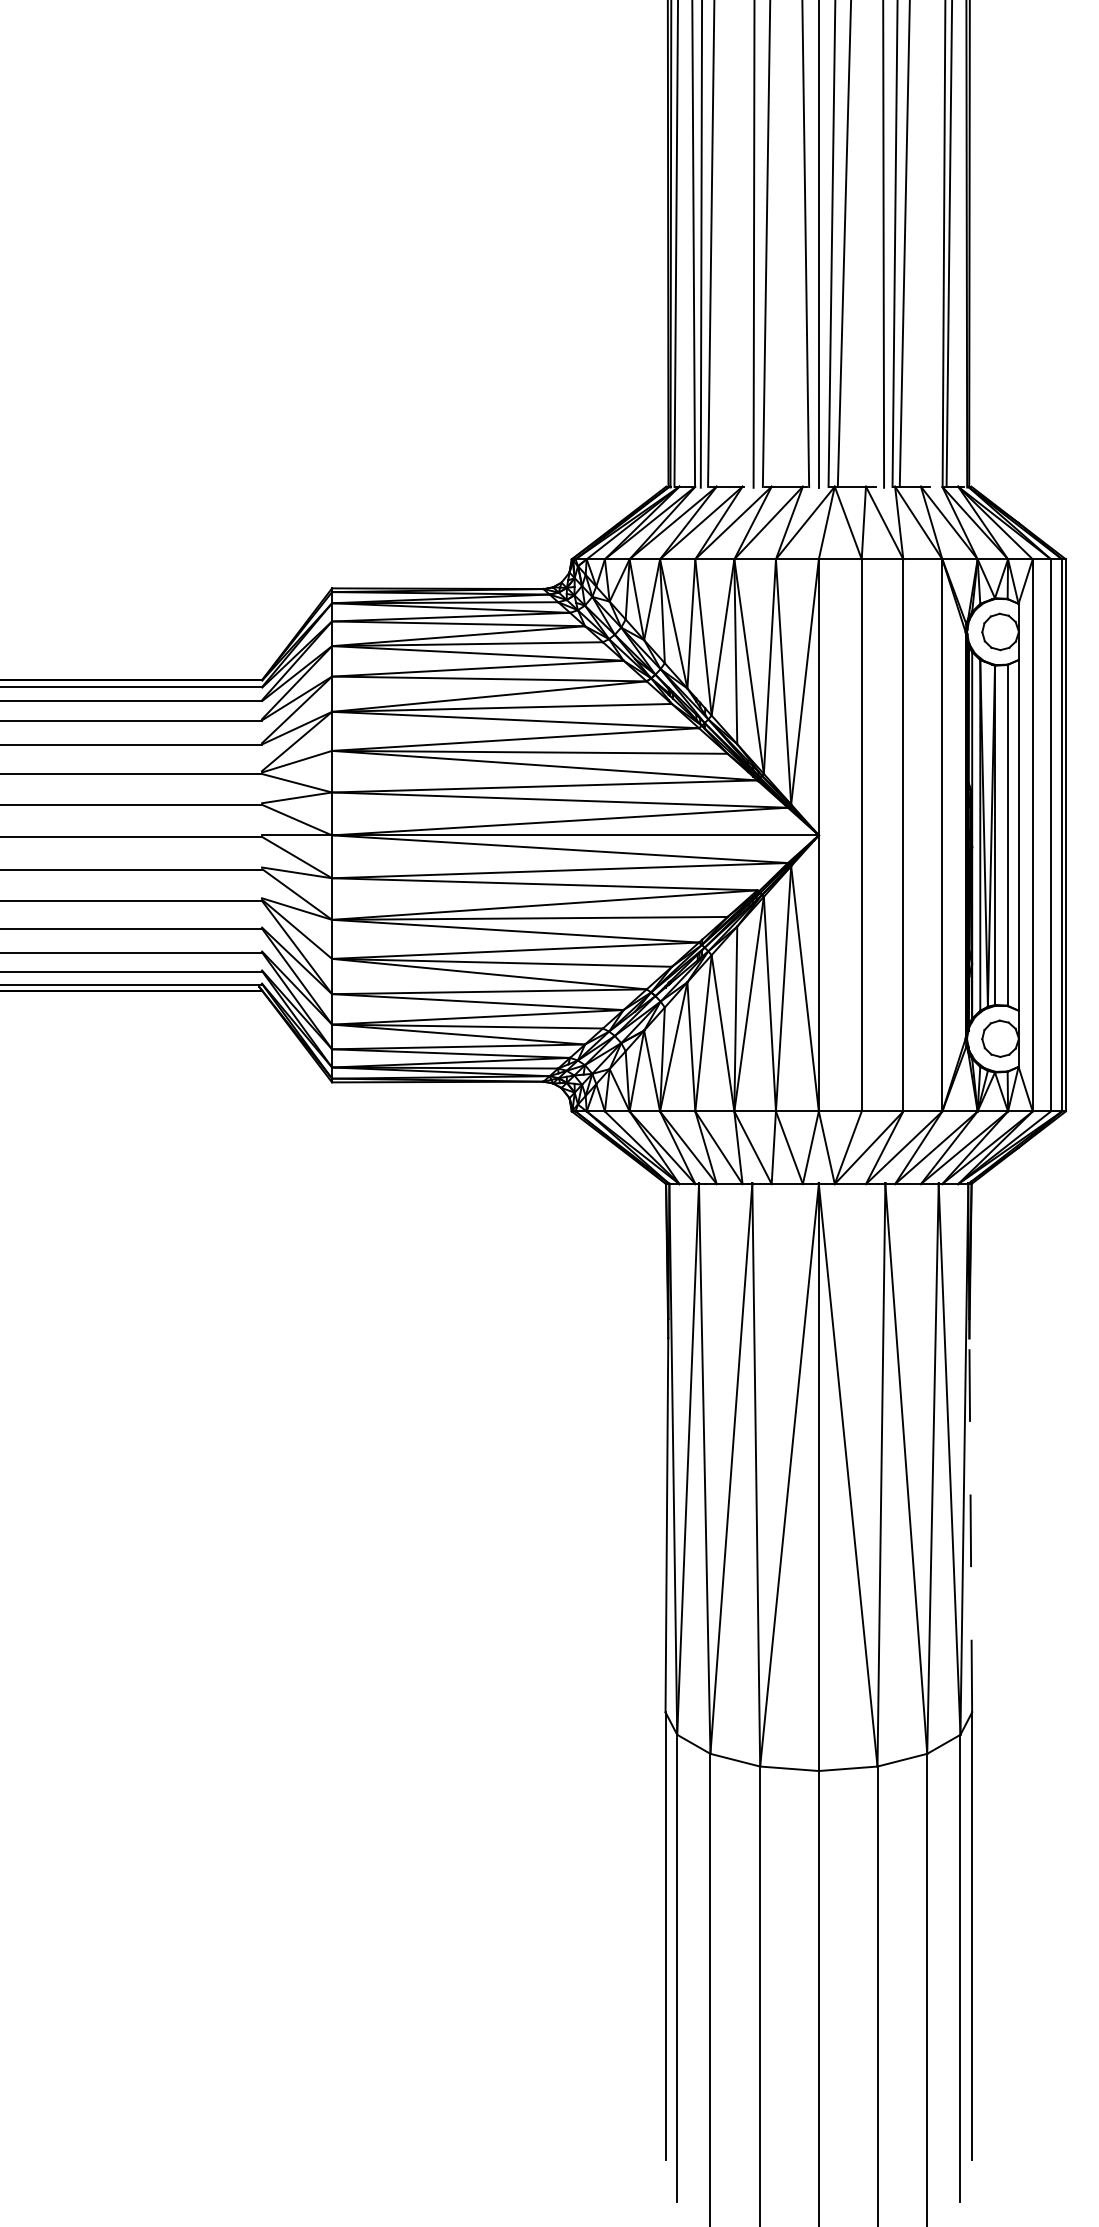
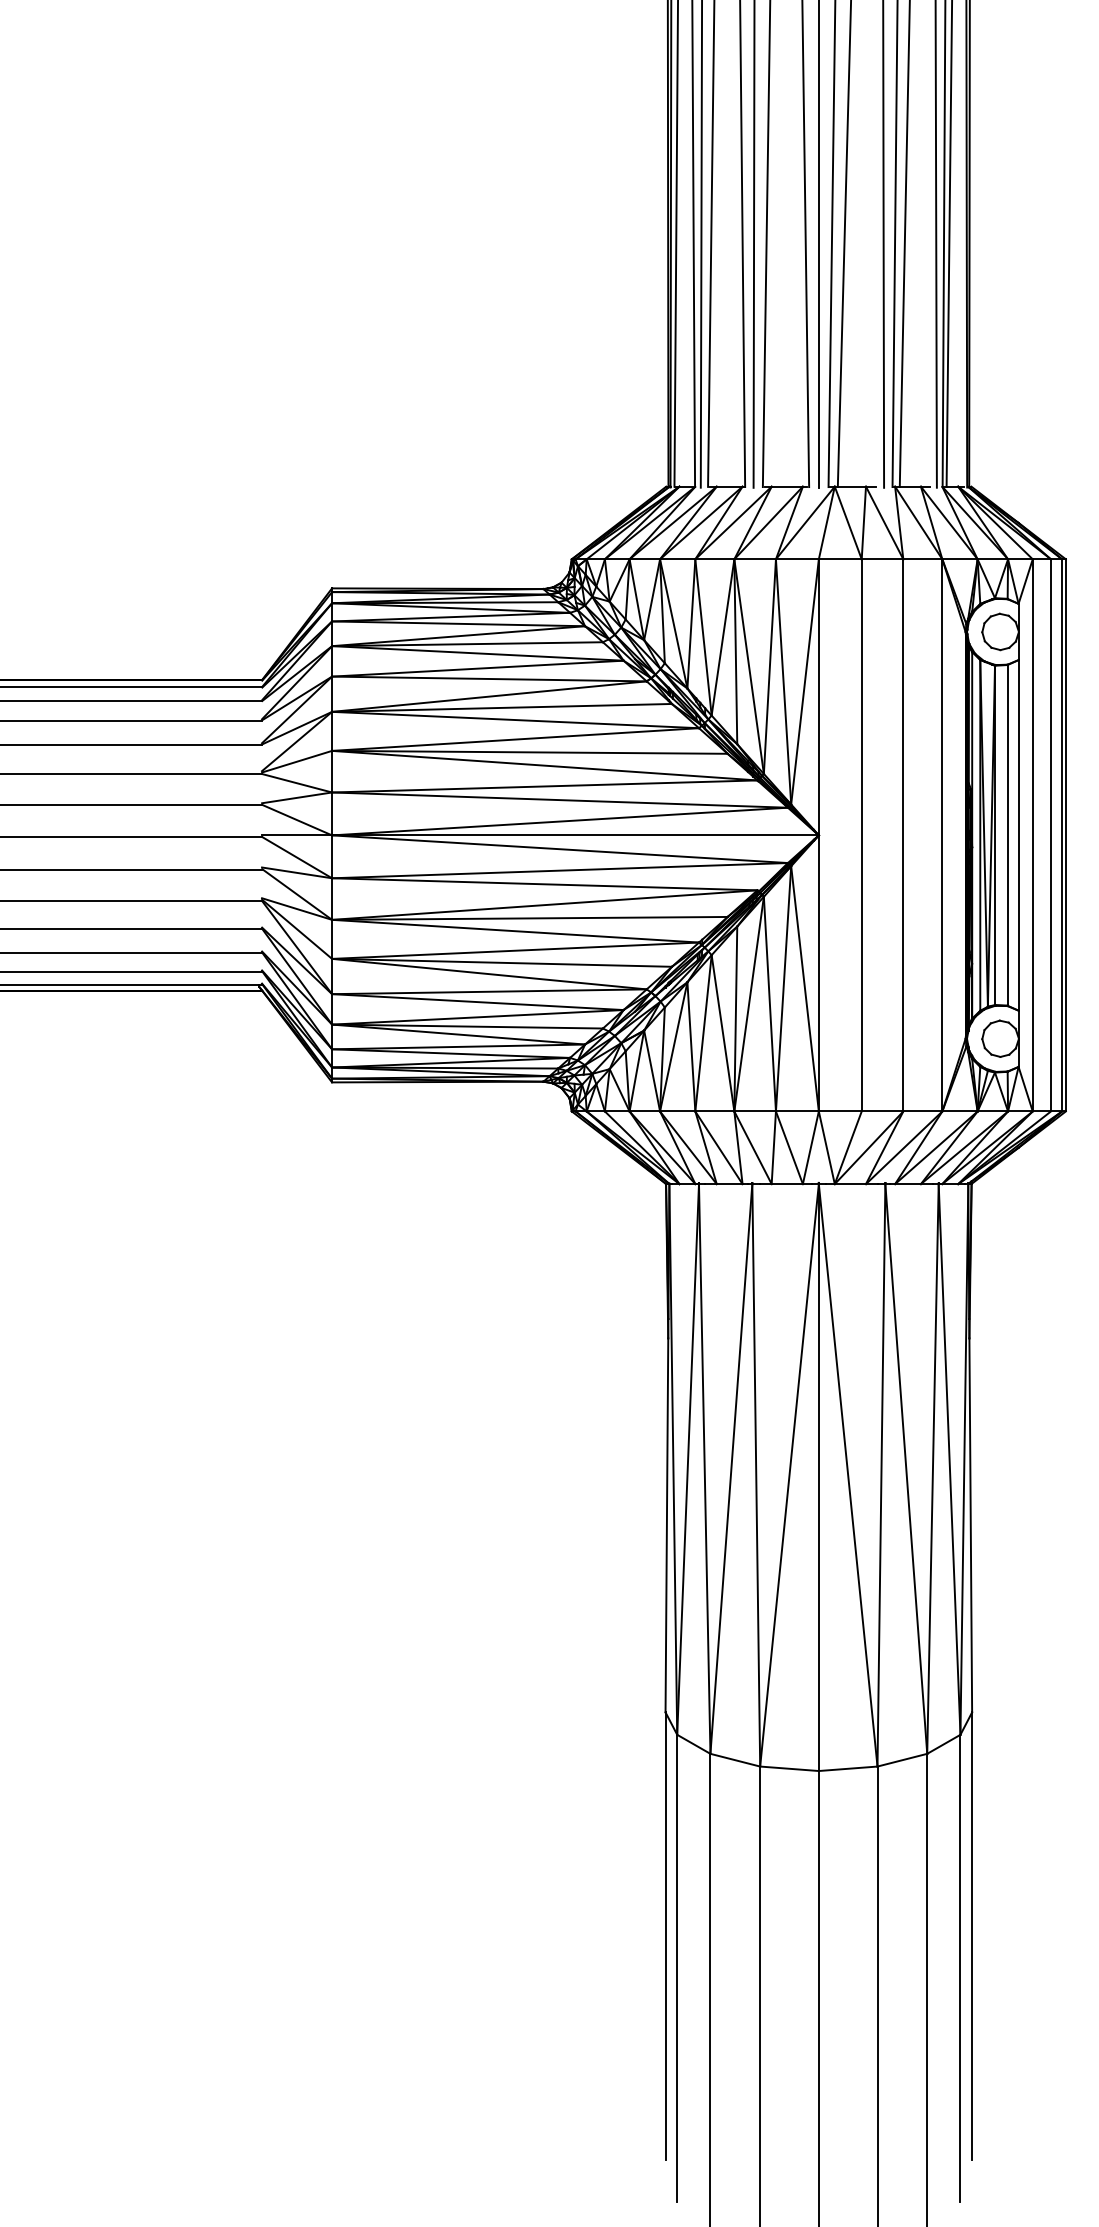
line at (742, 244): none -> present
line at (935, 244): none -> present
line at (970, 1525): dashed -> solid
